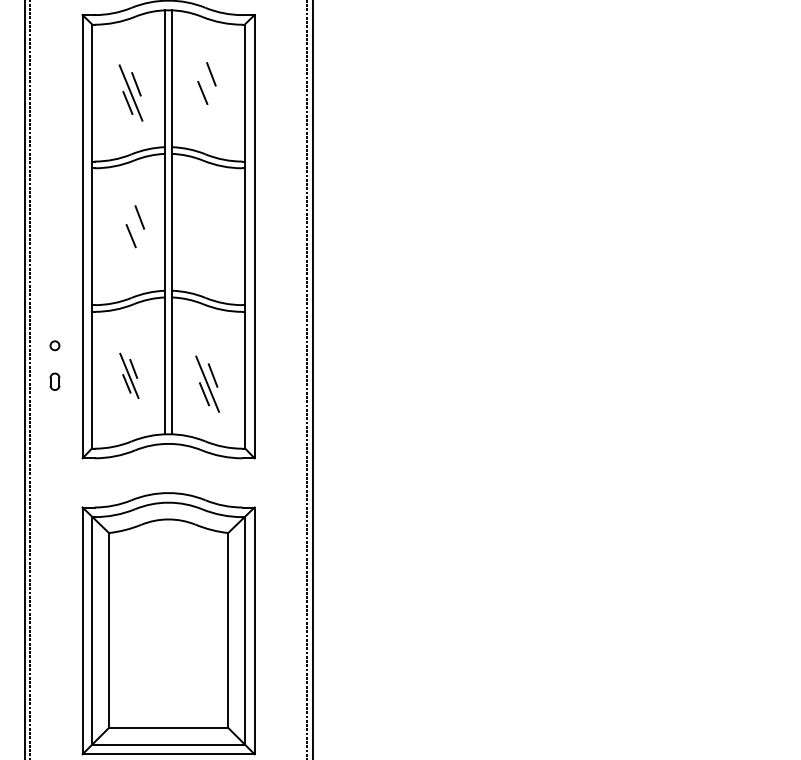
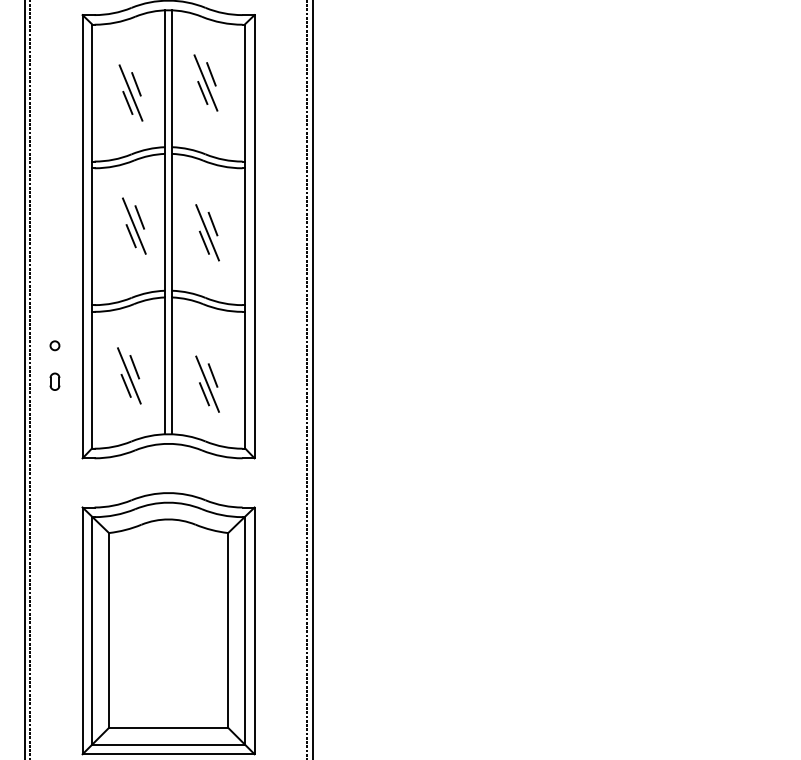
line at (205, 82): none -> present
line at (133, 225): none -> present
part at (207, 232): none -> present
part at (129, 375) size: 21x47 px -> 25x58 px
